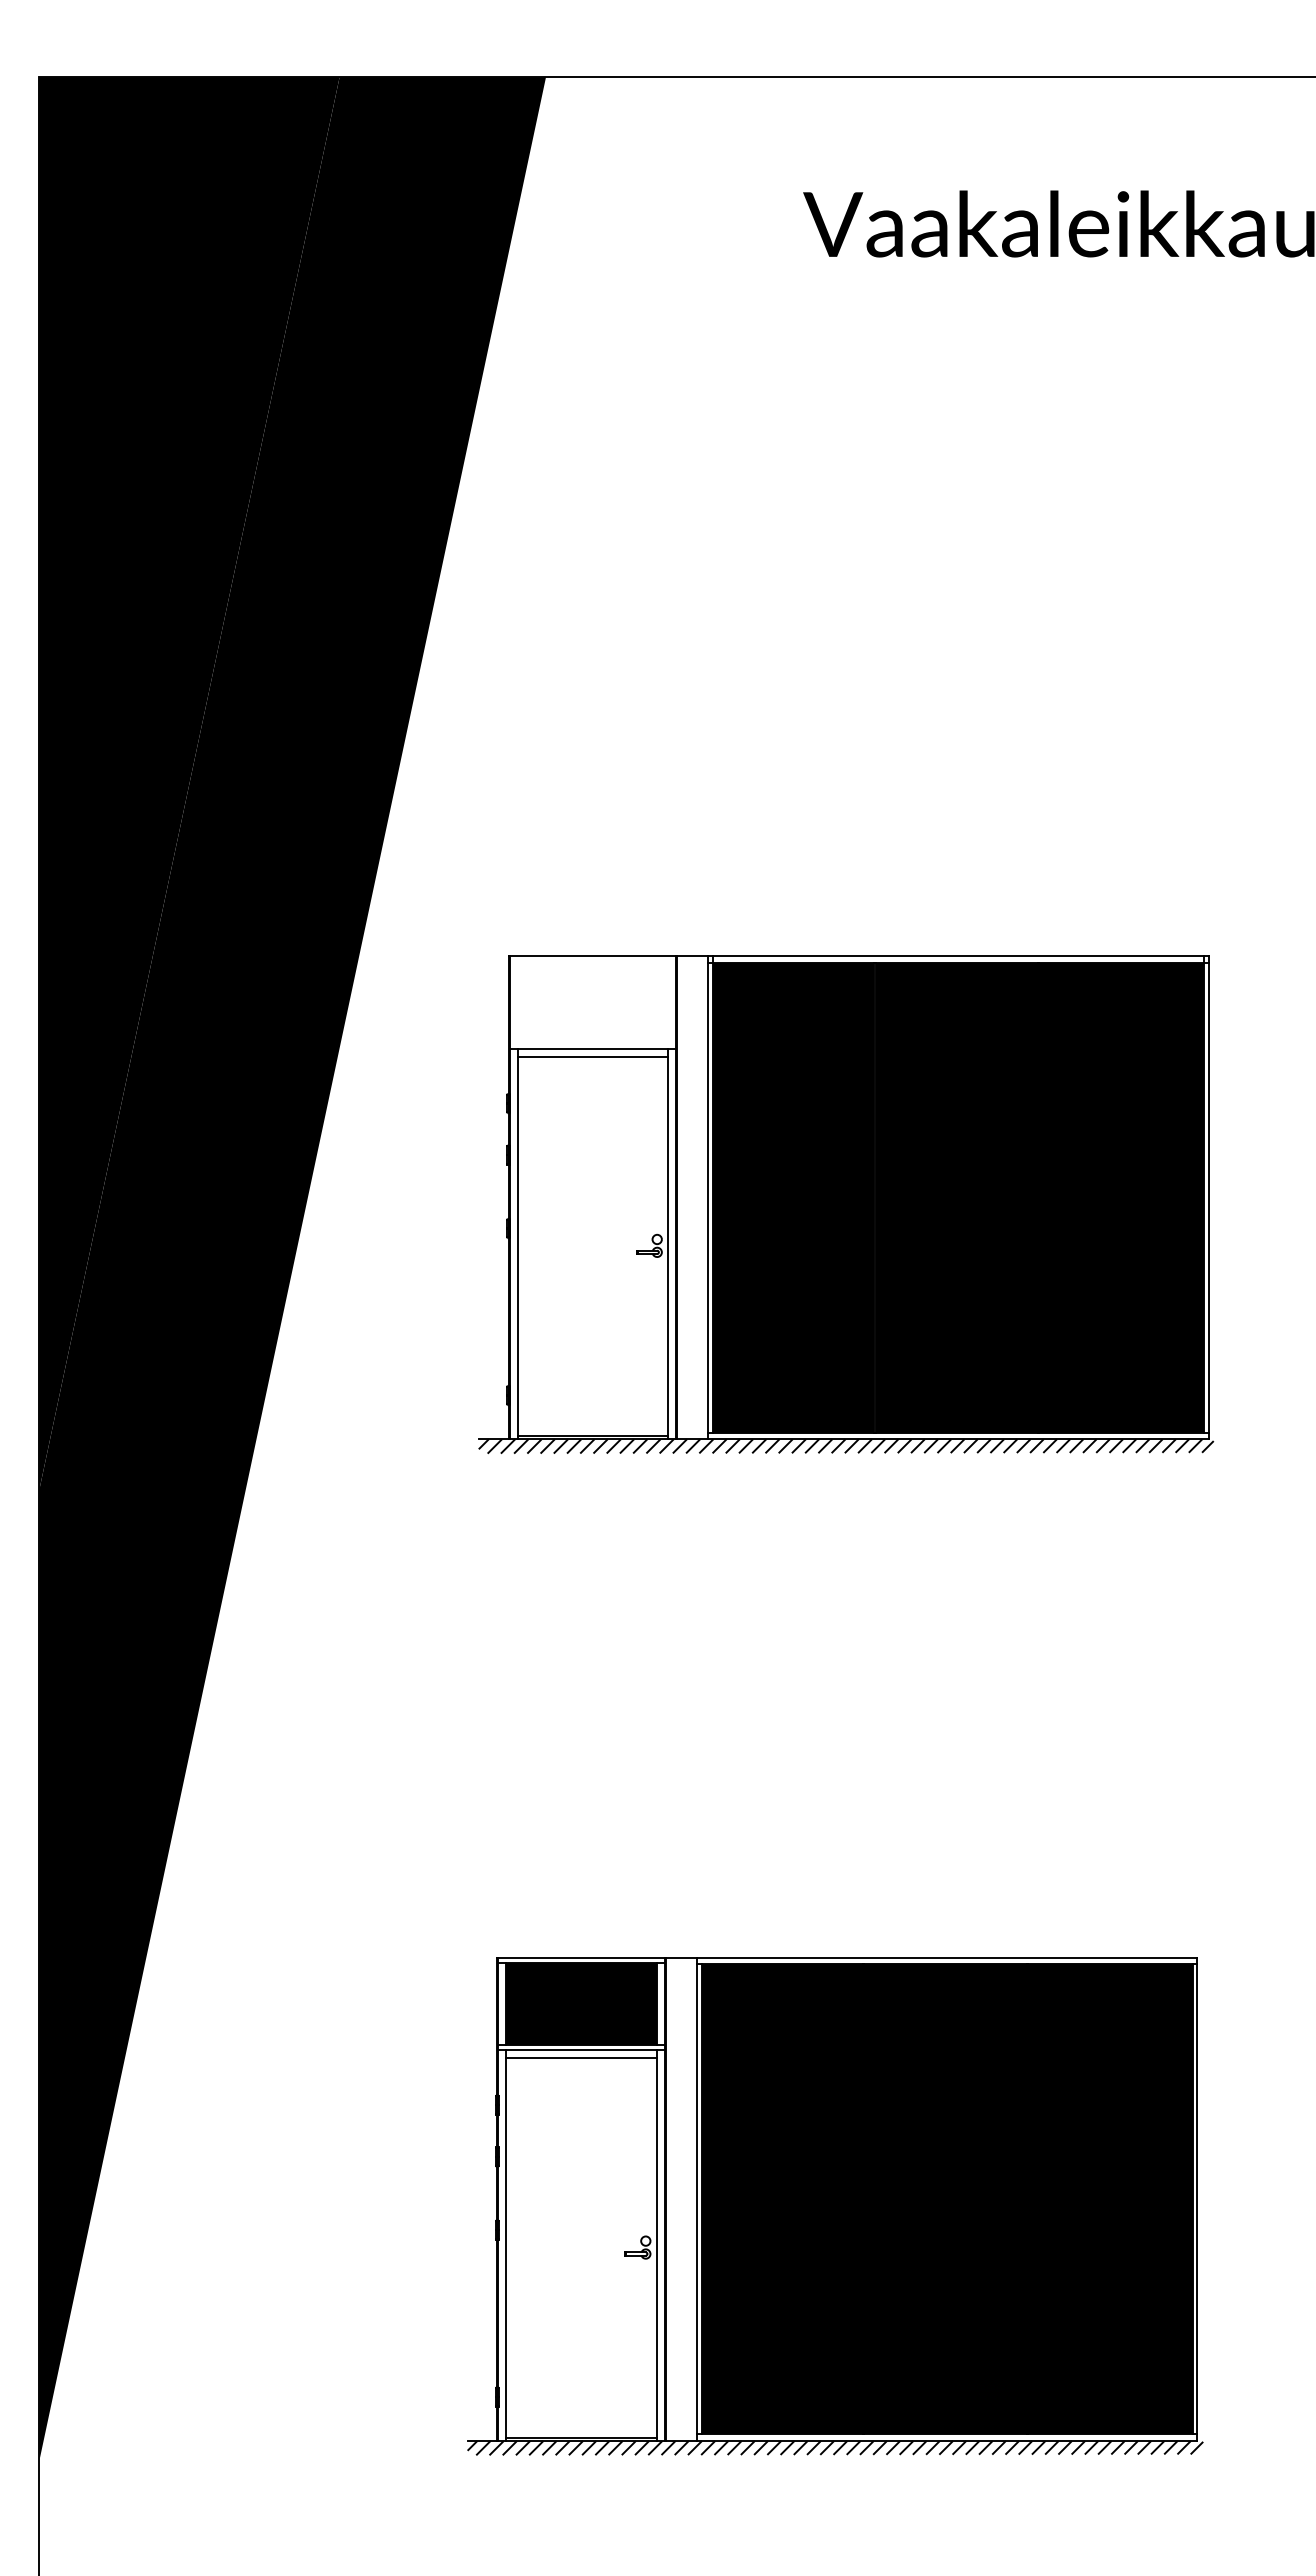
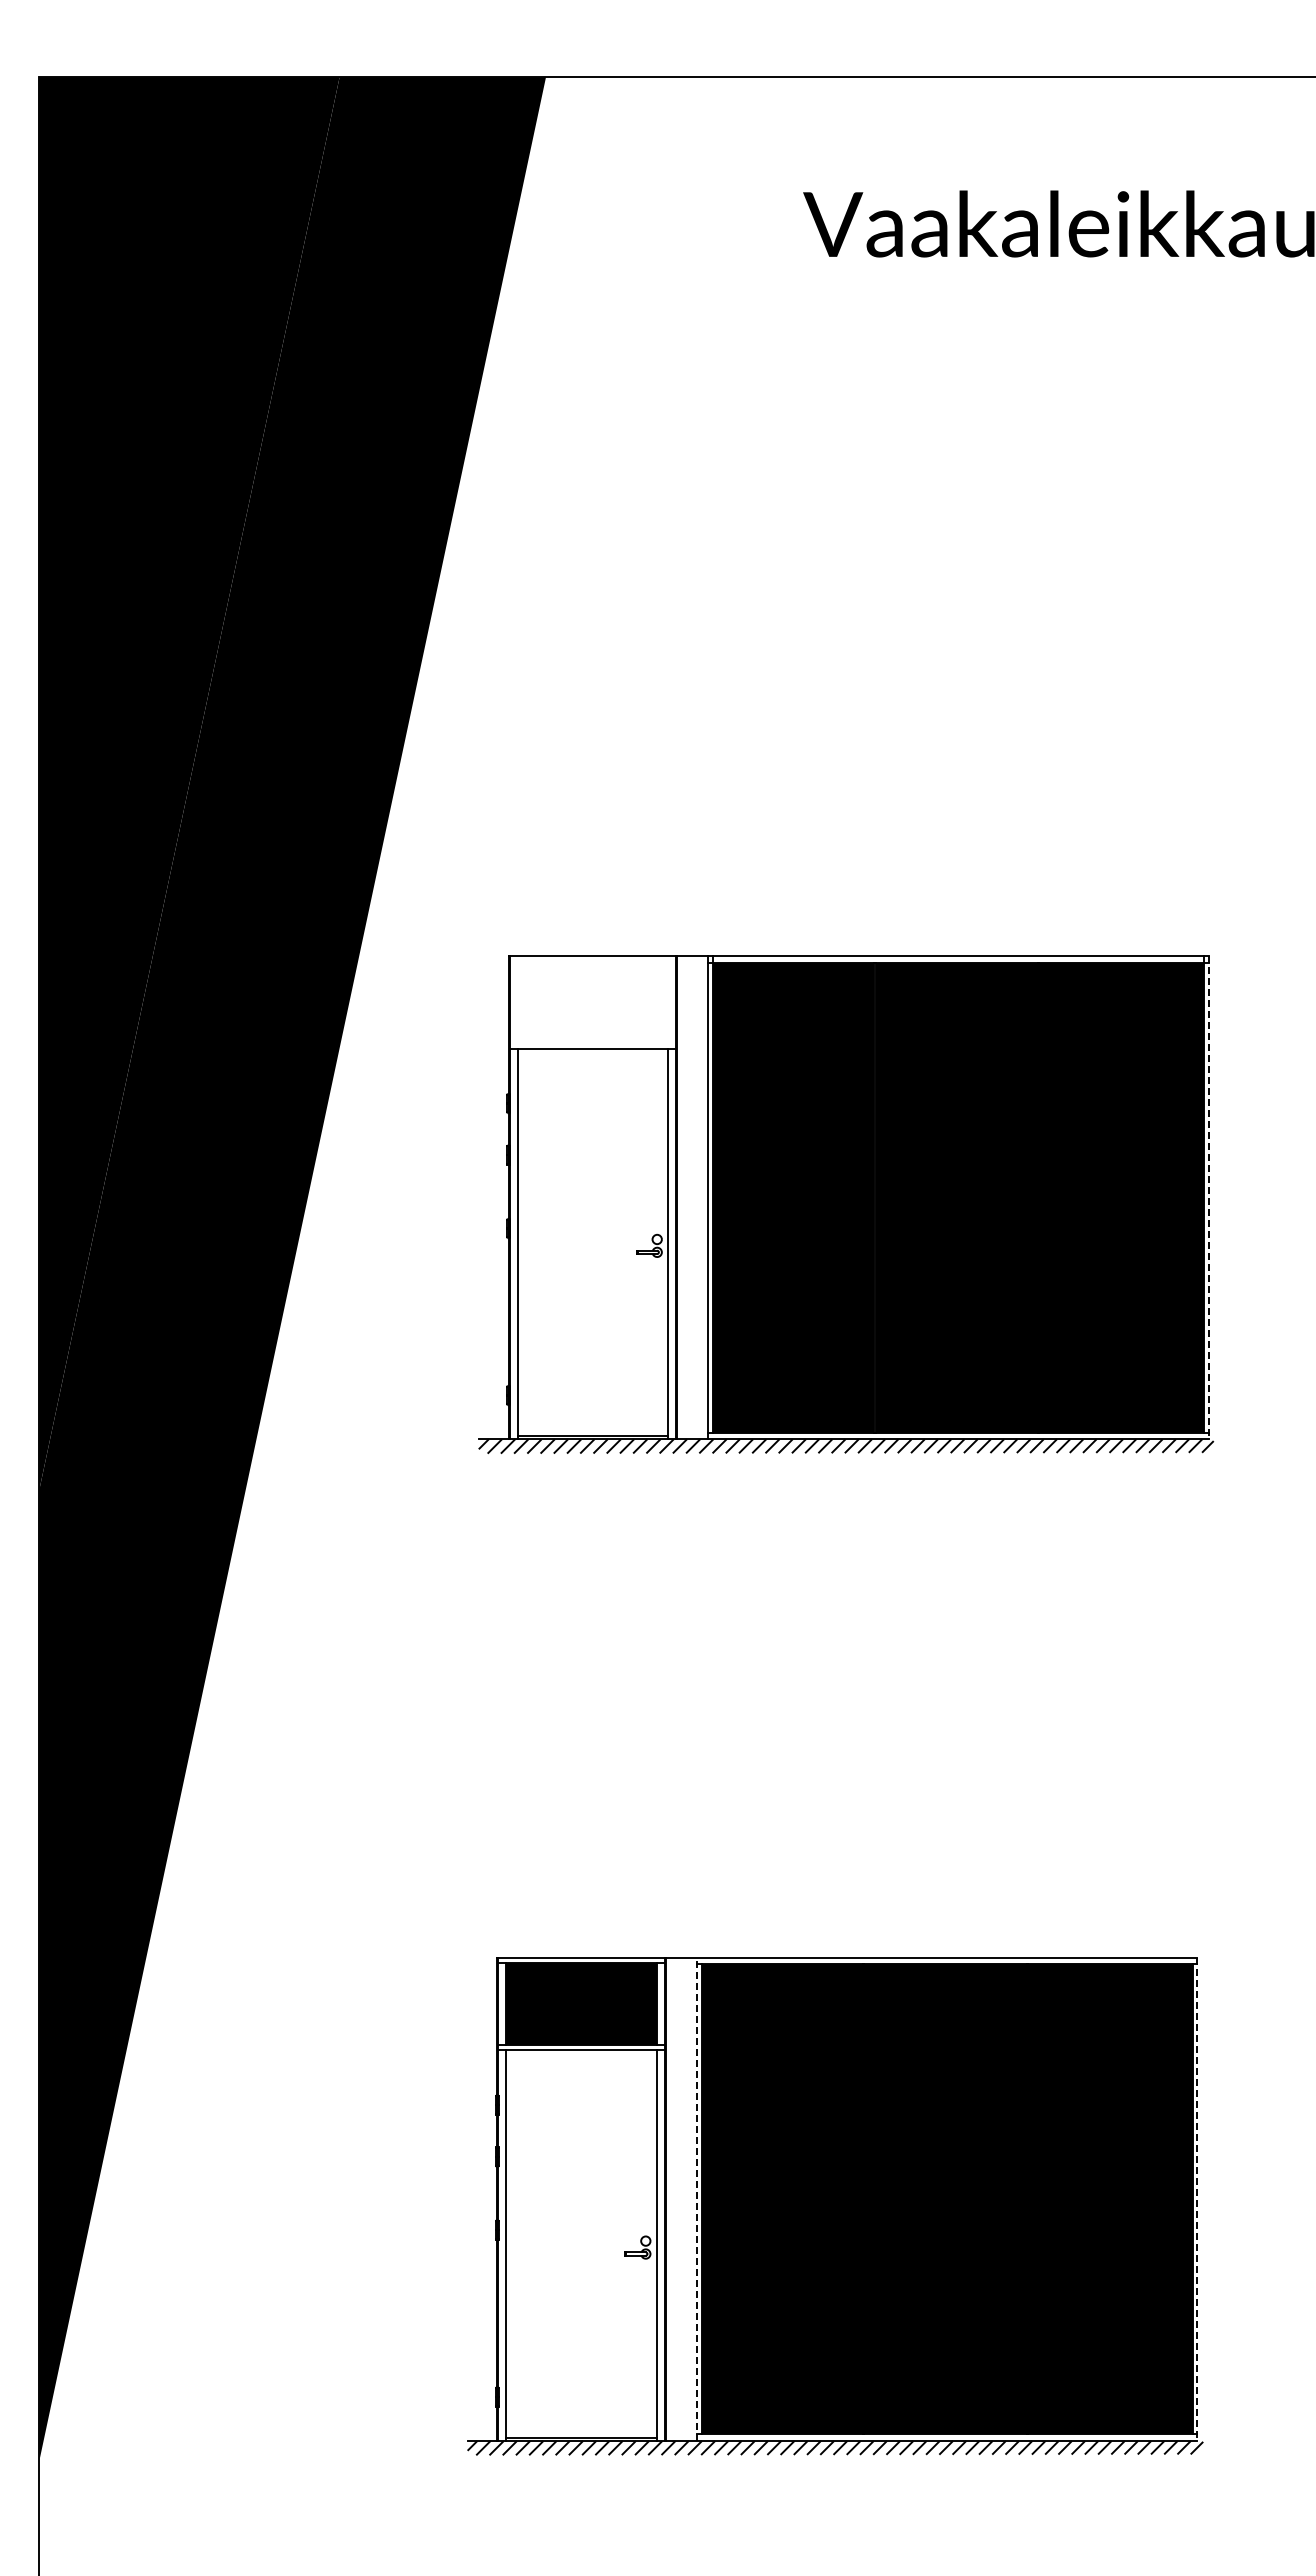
line at (592, 1056): present -> none
line at (1208, 1197): solid -> dashed
line at (581, 2058): present -> none
line at (697, 2199): solid -> dashed
line at (1197, 2199): solid -> dashed
